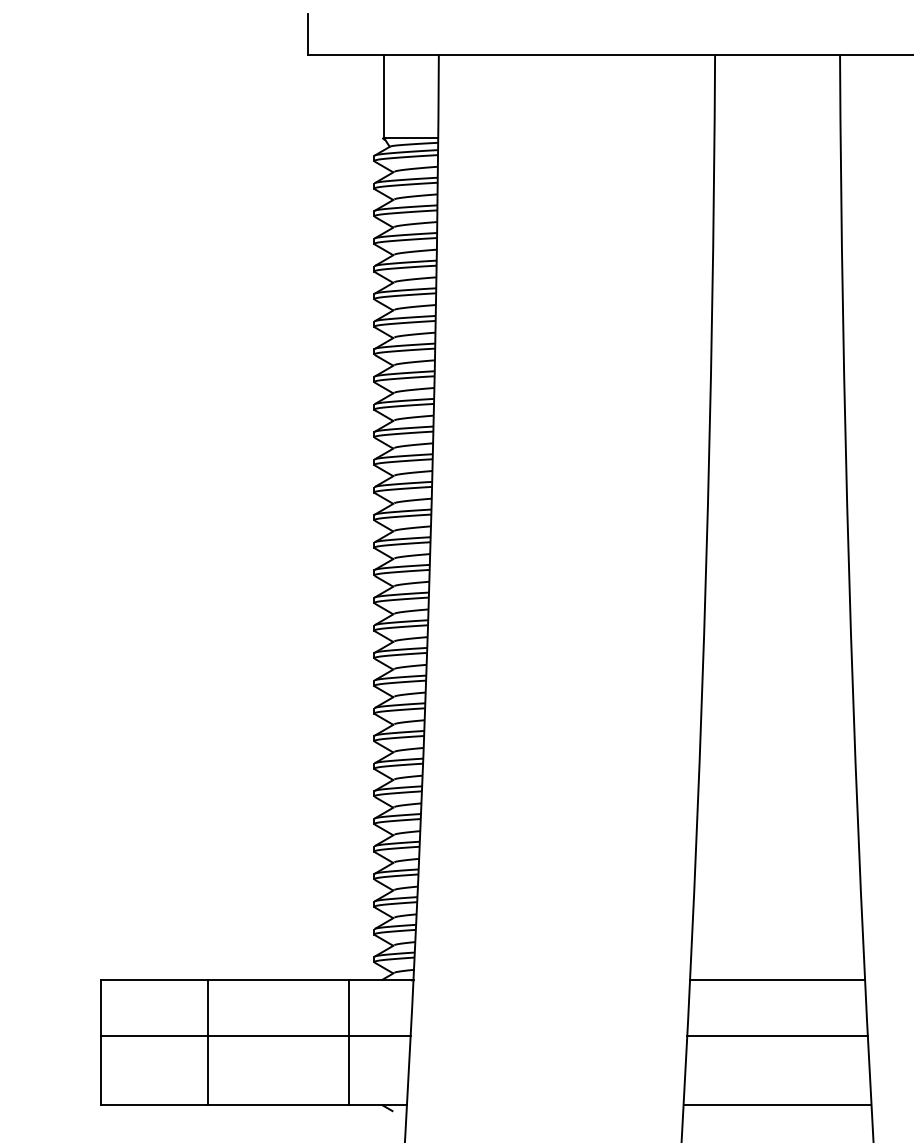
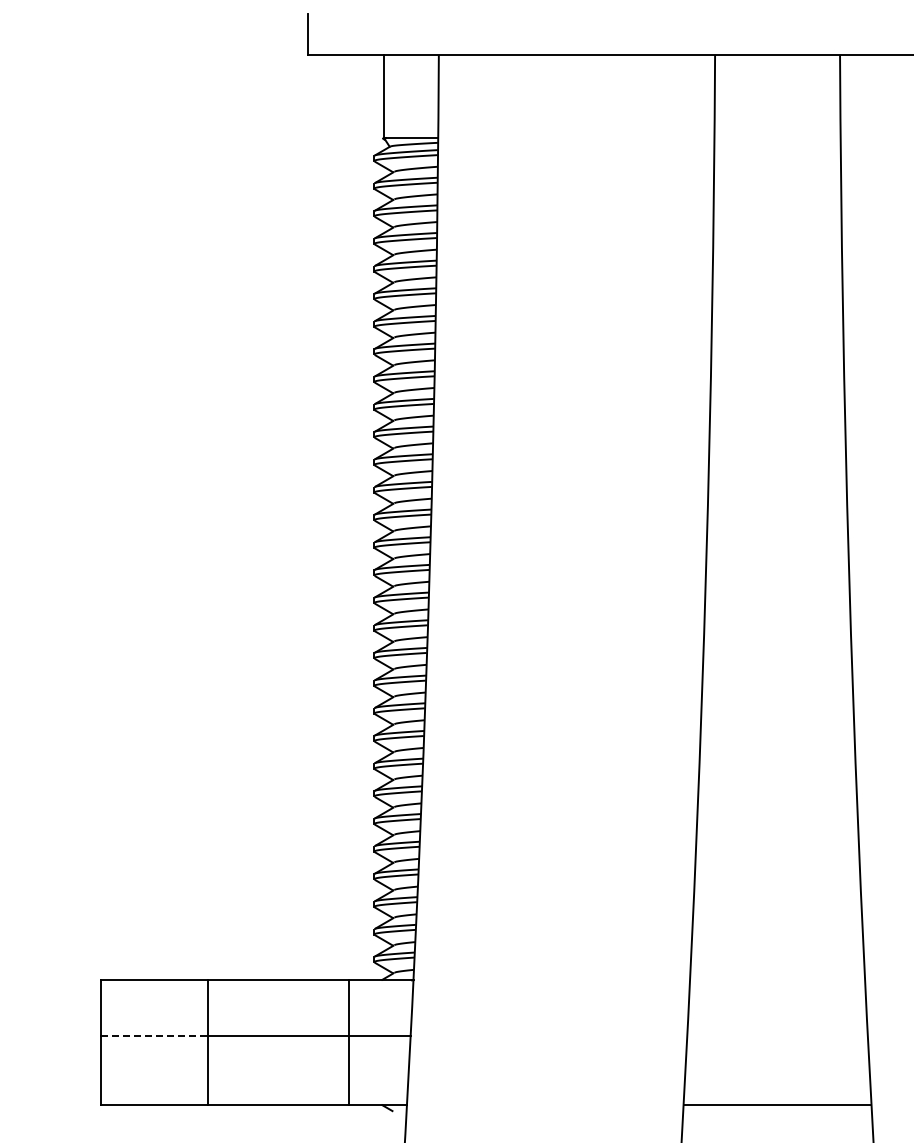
line at (777, 980): present -> none
line at (154, 1035): solid -> dashed
line at (777, 1035): present -> none
